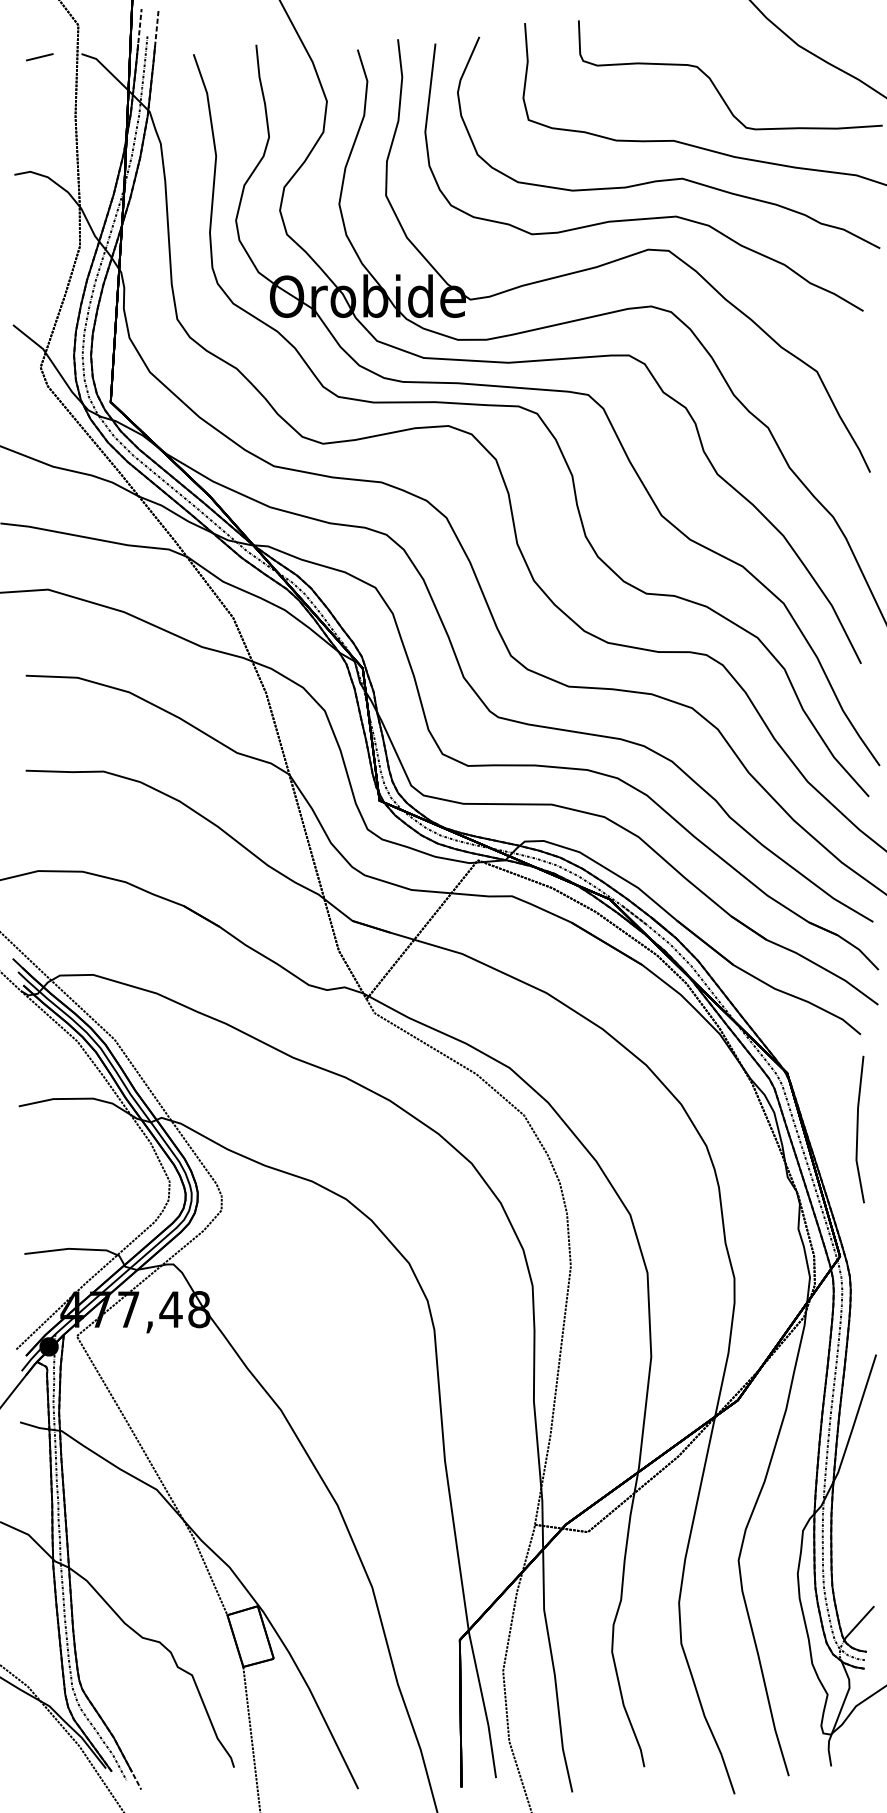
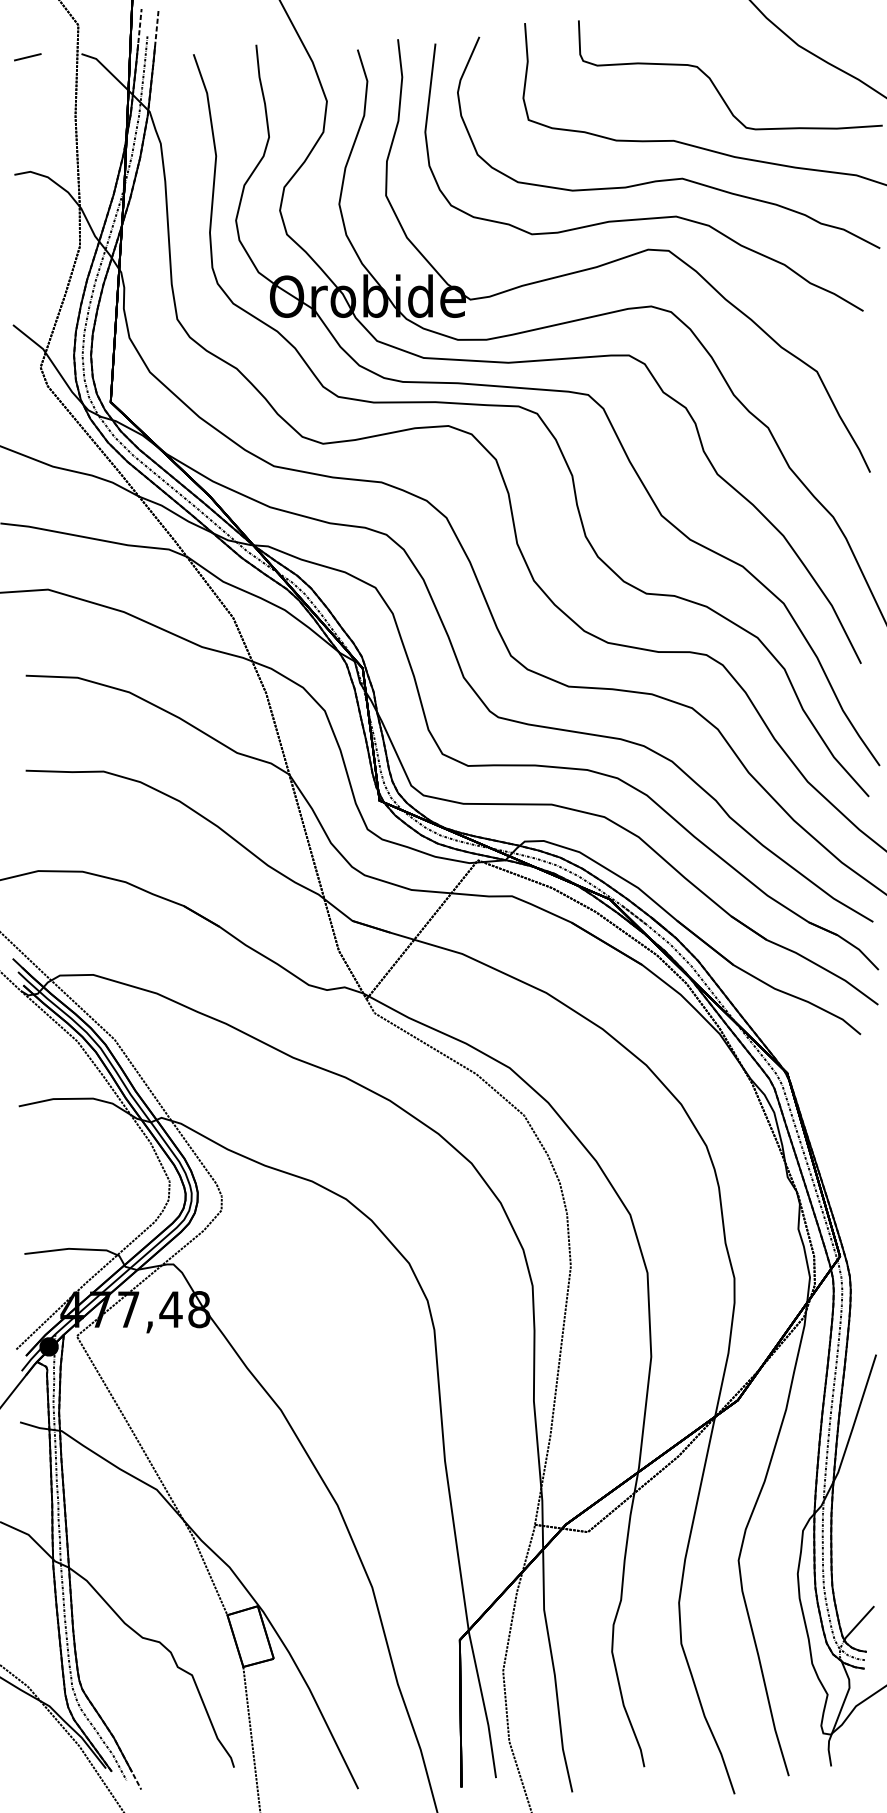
line at (39, 57) position: (39, 57) -> (27, 57)
line at (858, 1129): present -> none
